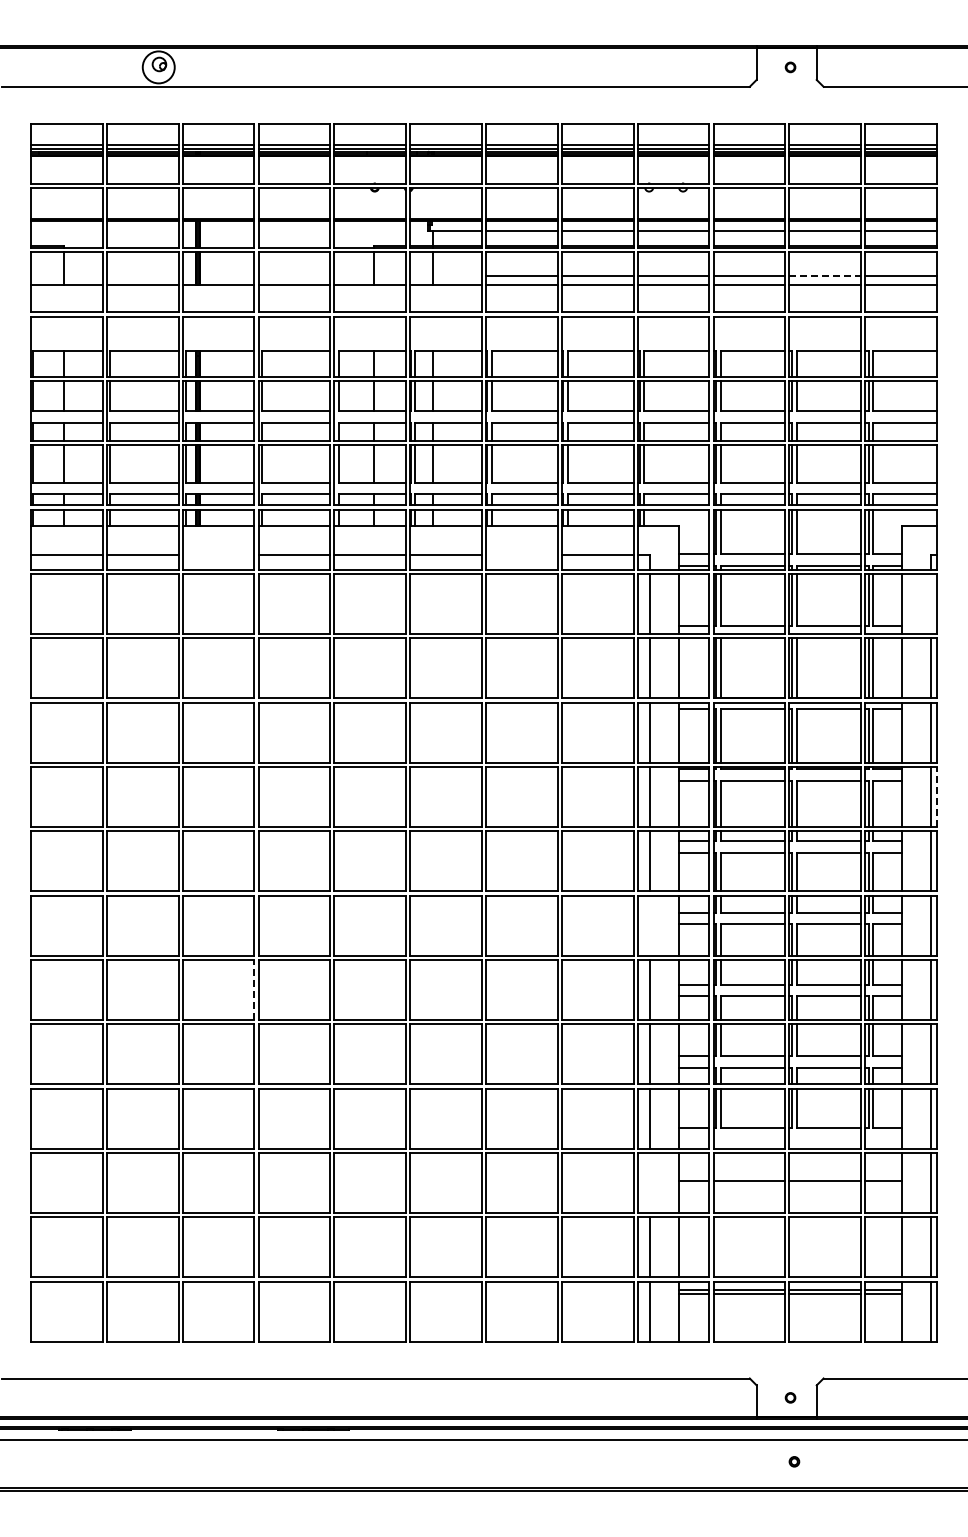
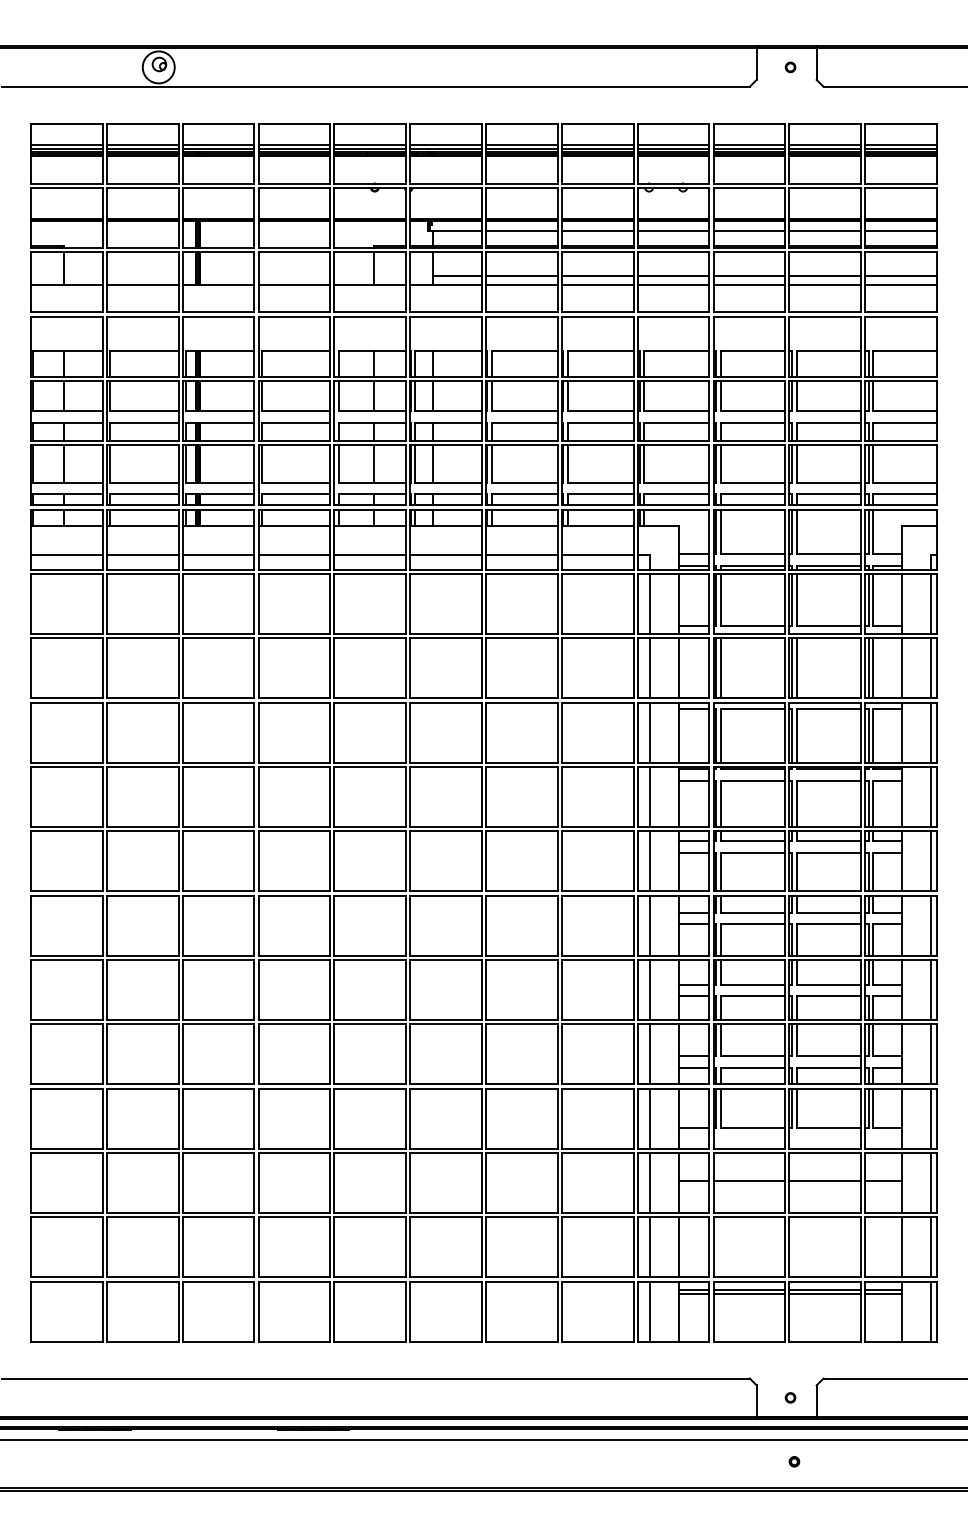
line at (456, 276): none -> present
line at (825, 276): dashed -> solid
line at (218, 554): none -> present
line at (521, 554): none -> present
line at (931, 603): none -> present
line at (936, 796): dashed -> solid
line at (650, 925): none -> present
line at (254, 989): dashed -> solid
line at (650, 1183): none -> present
